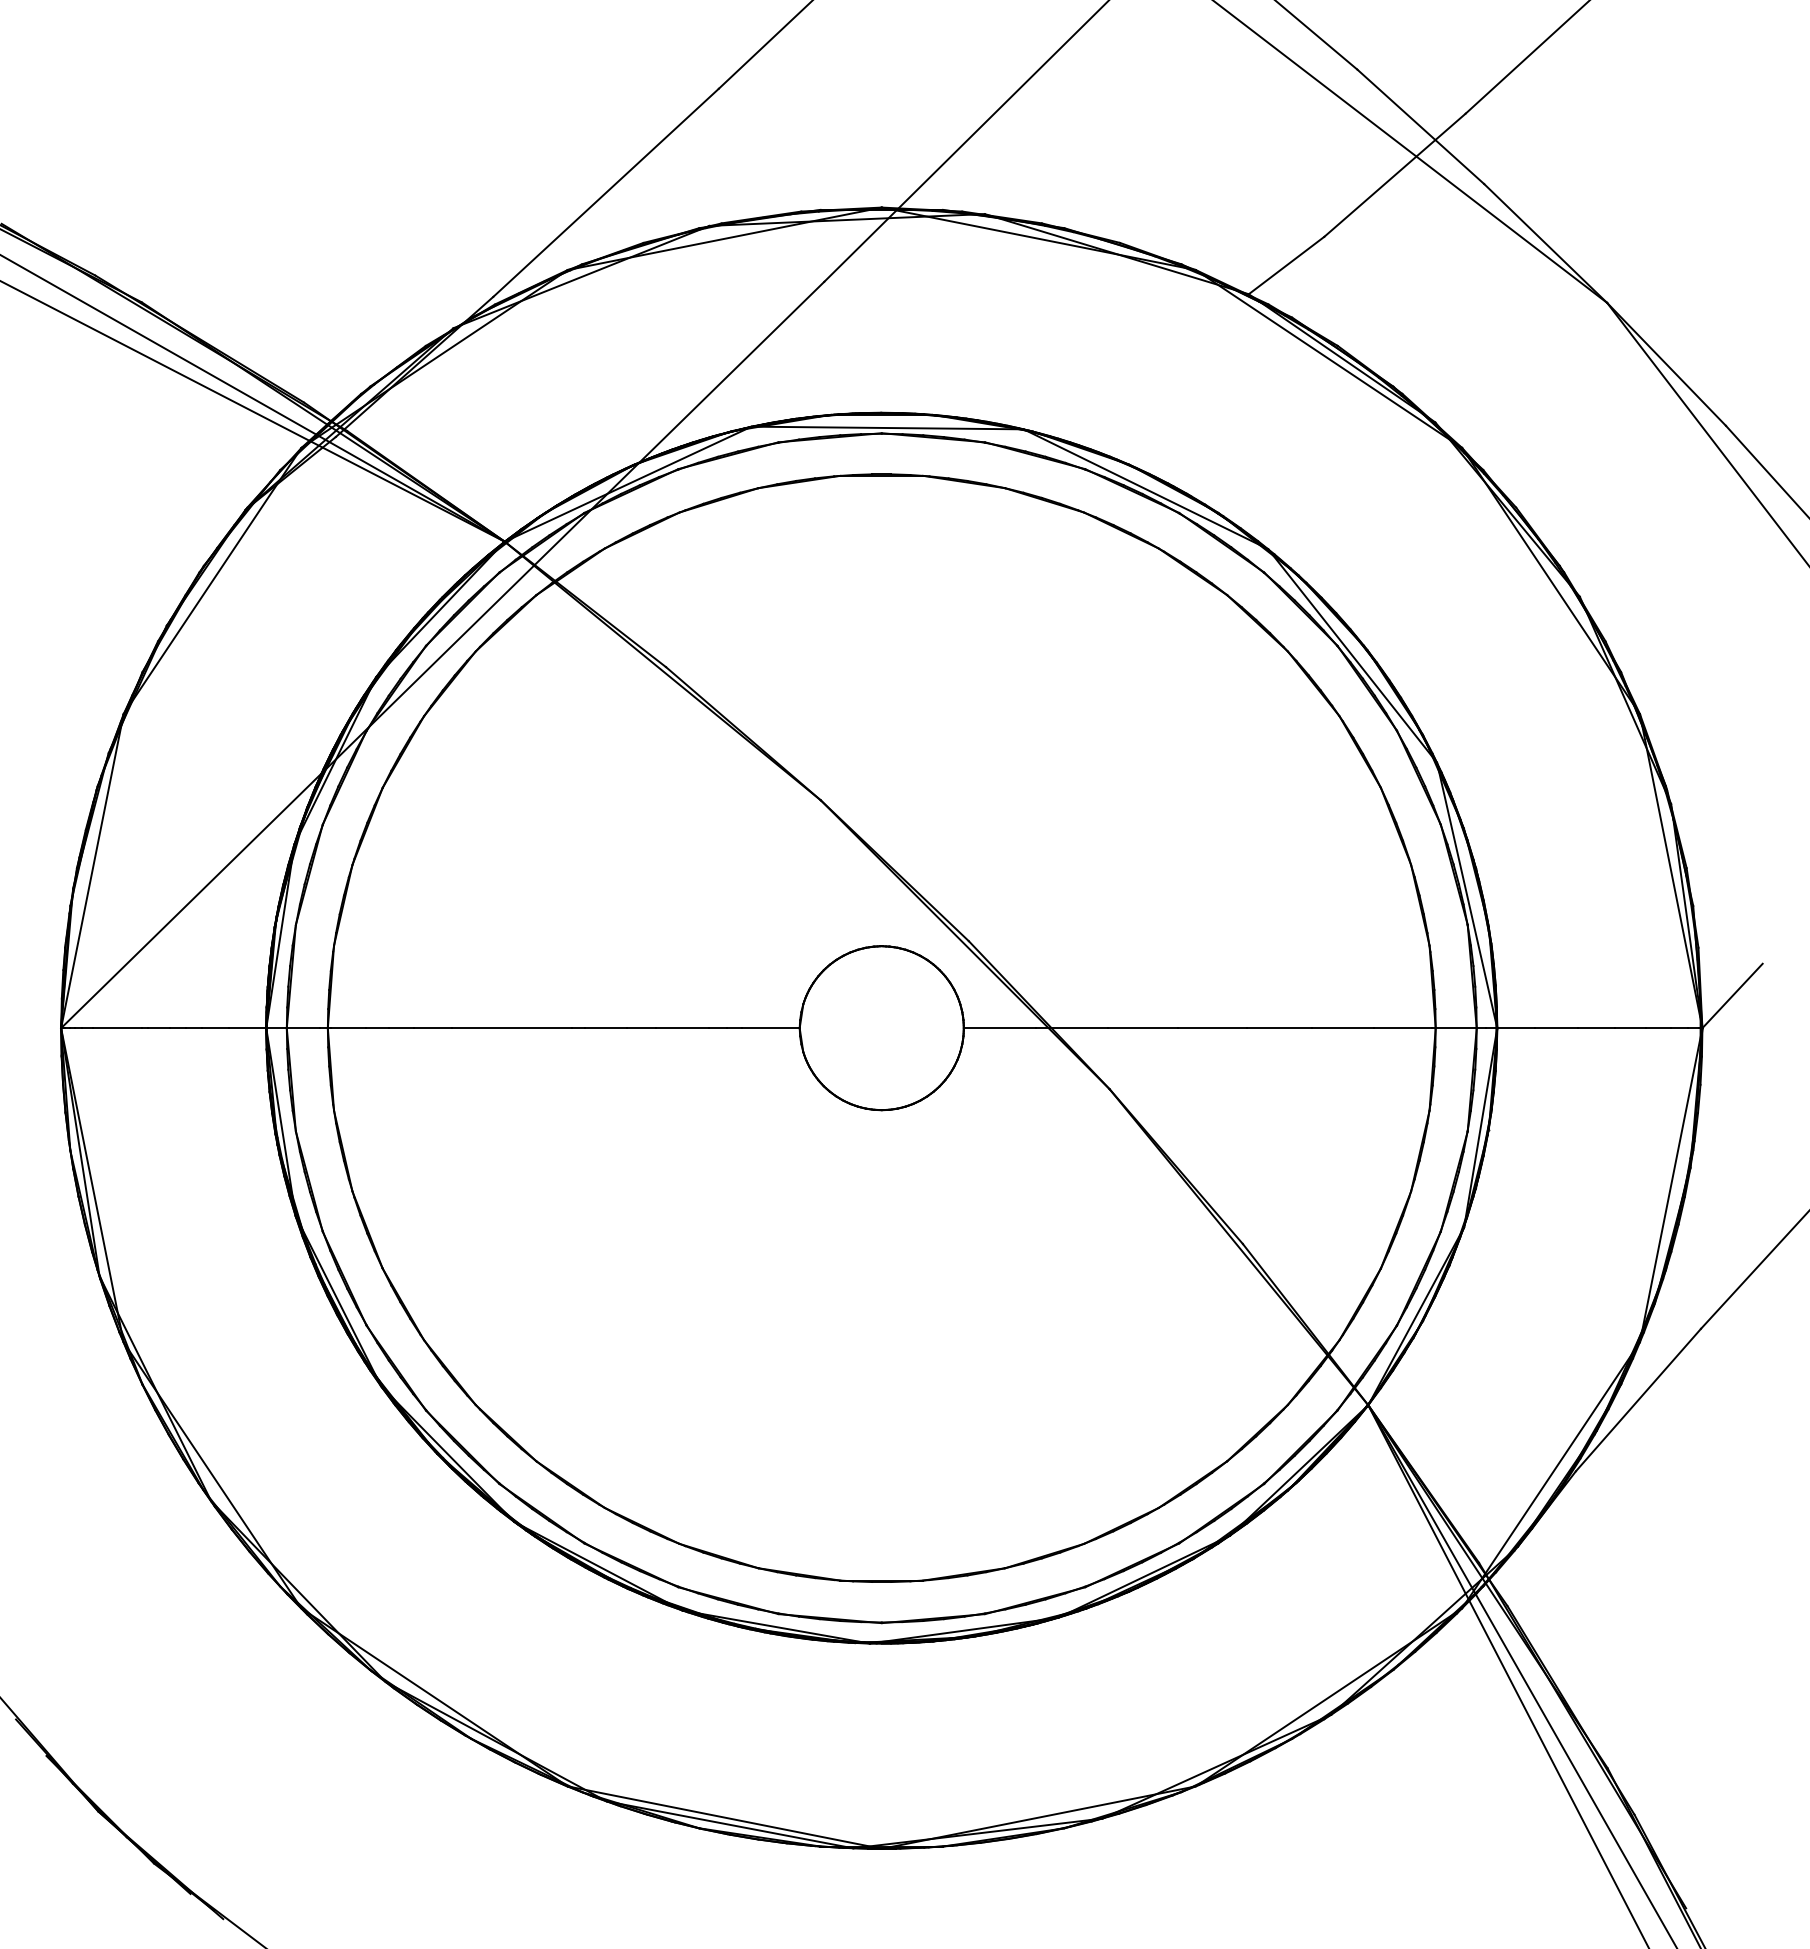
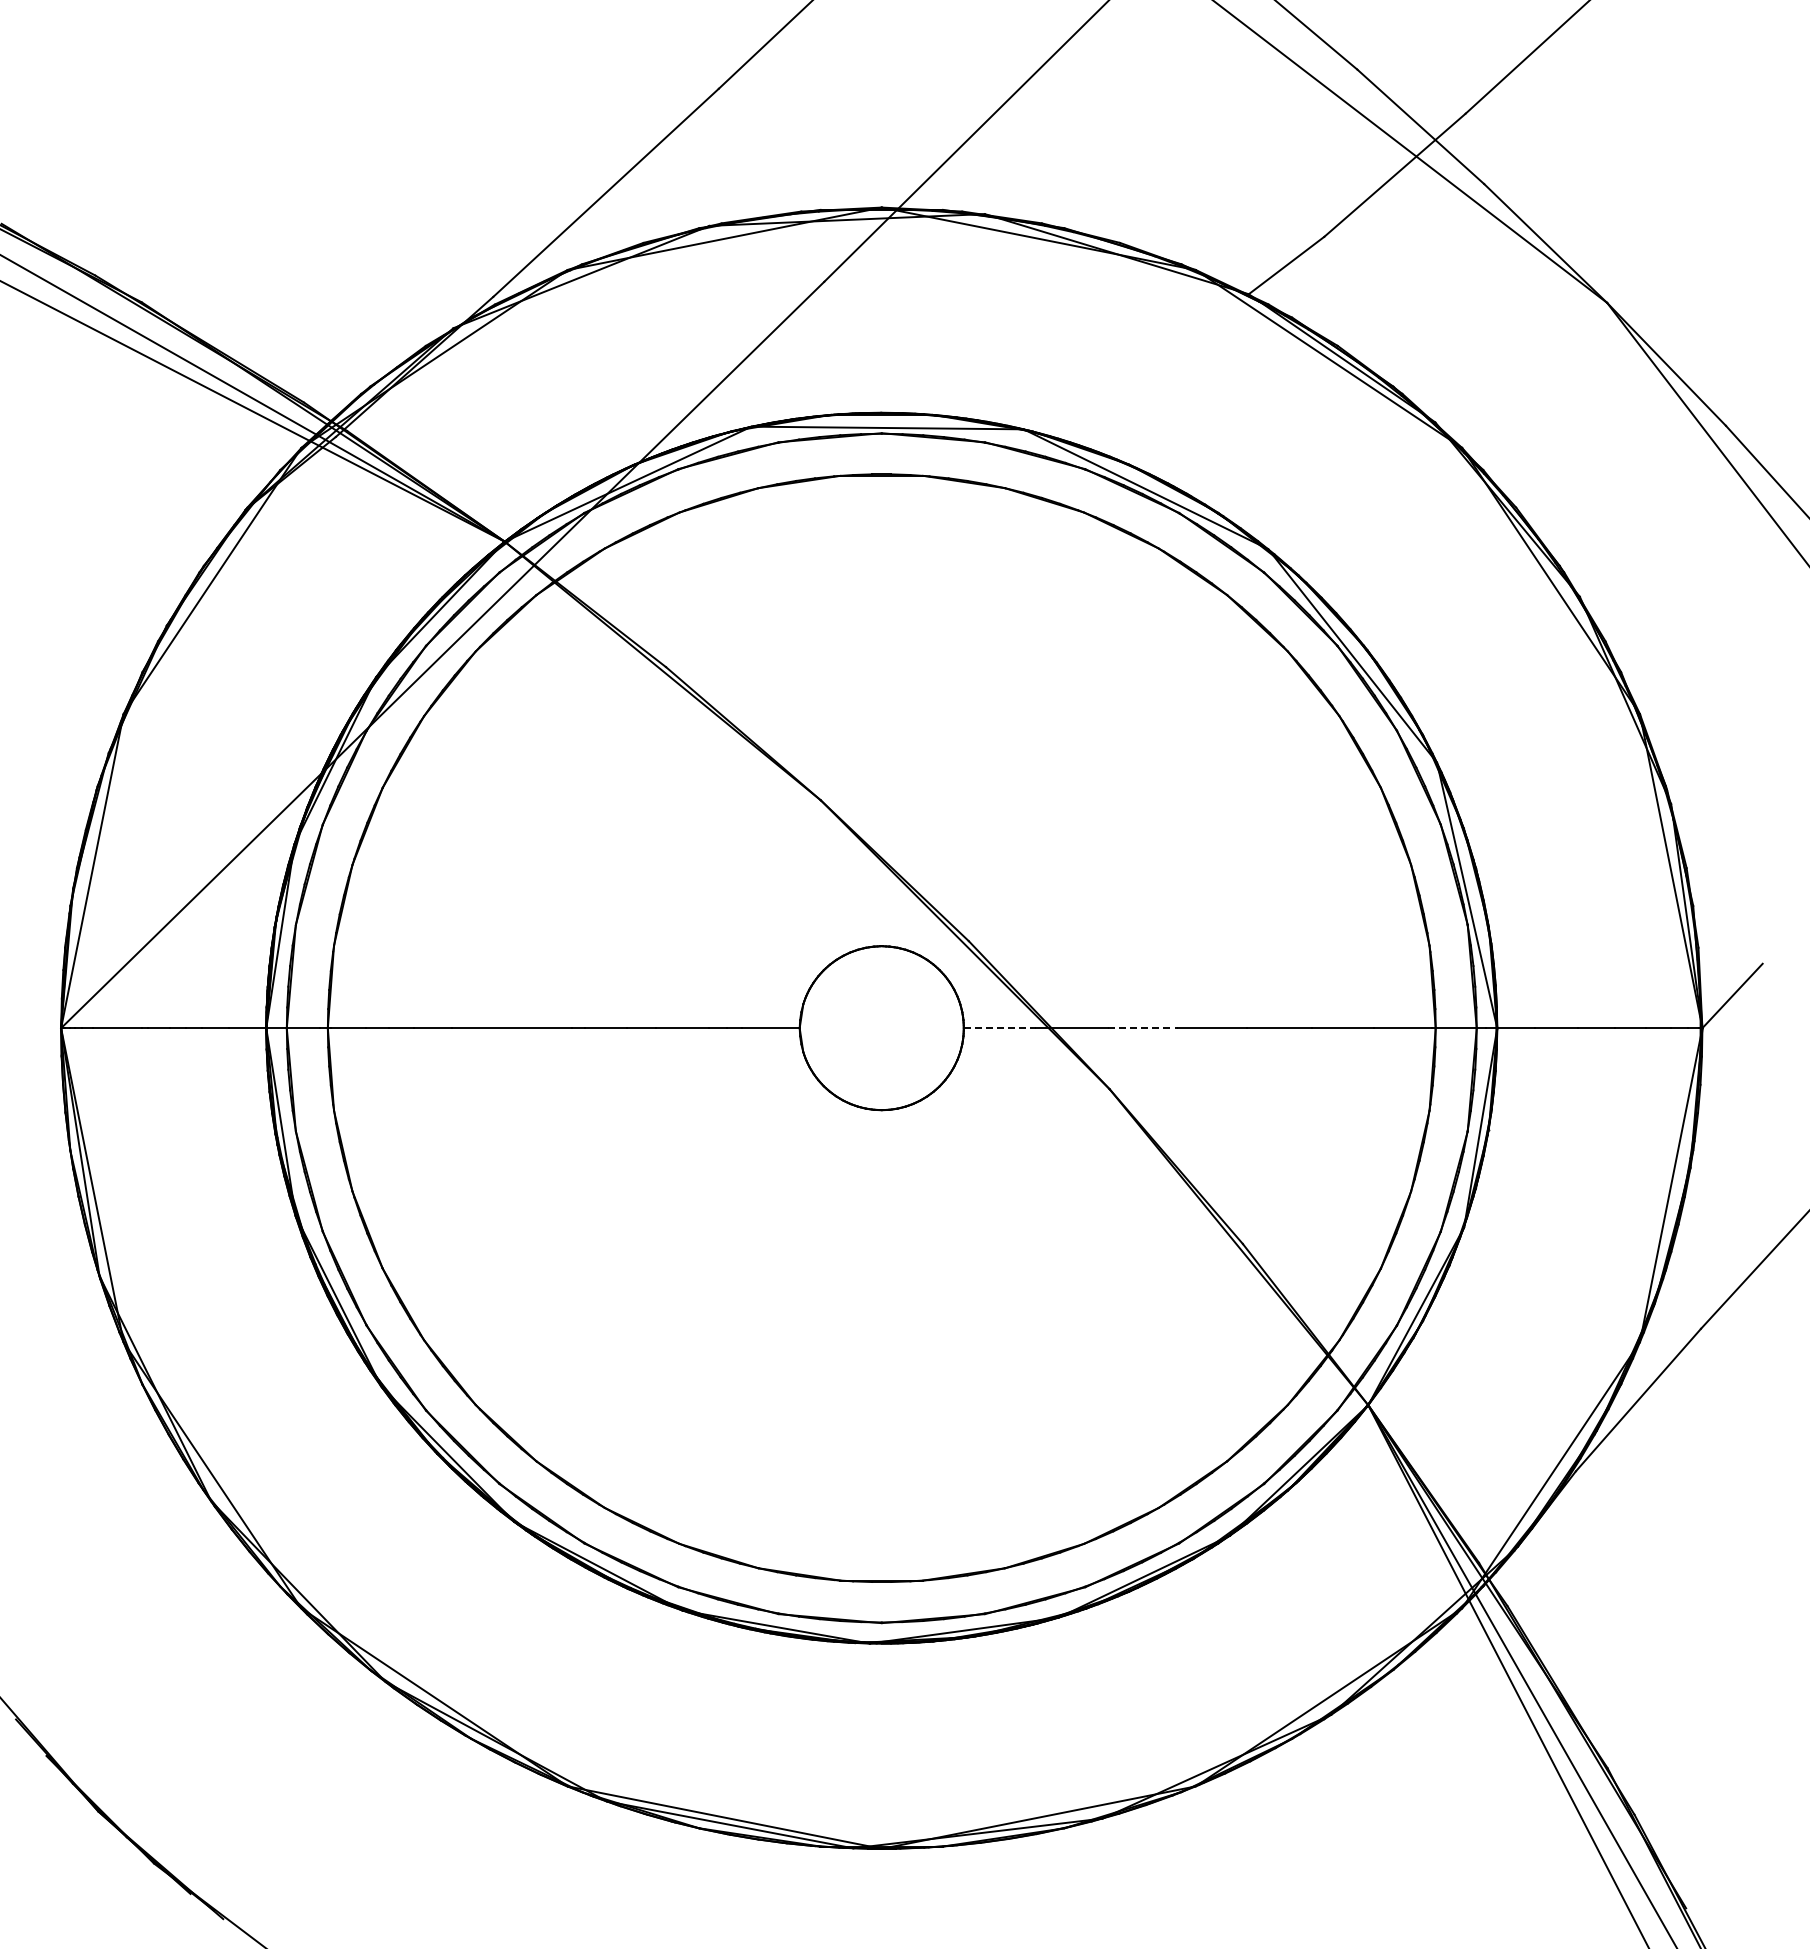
line at (1000, 1028): solid -> dashed
line at (1143, 1028): solid -> dashed
